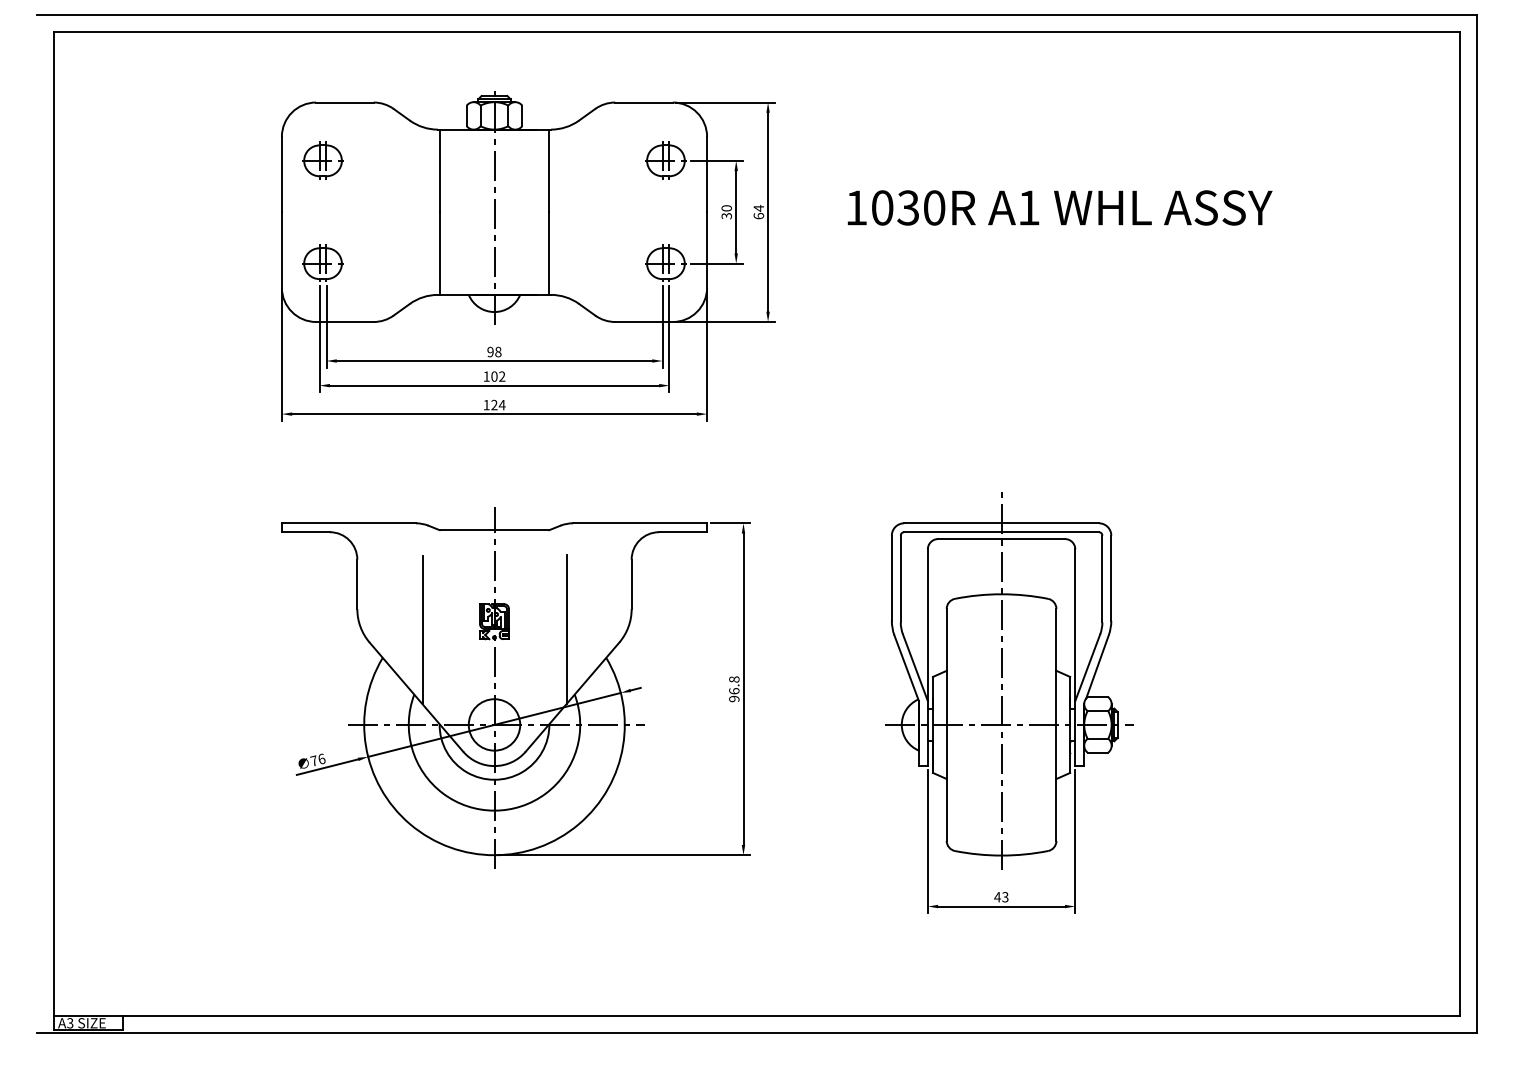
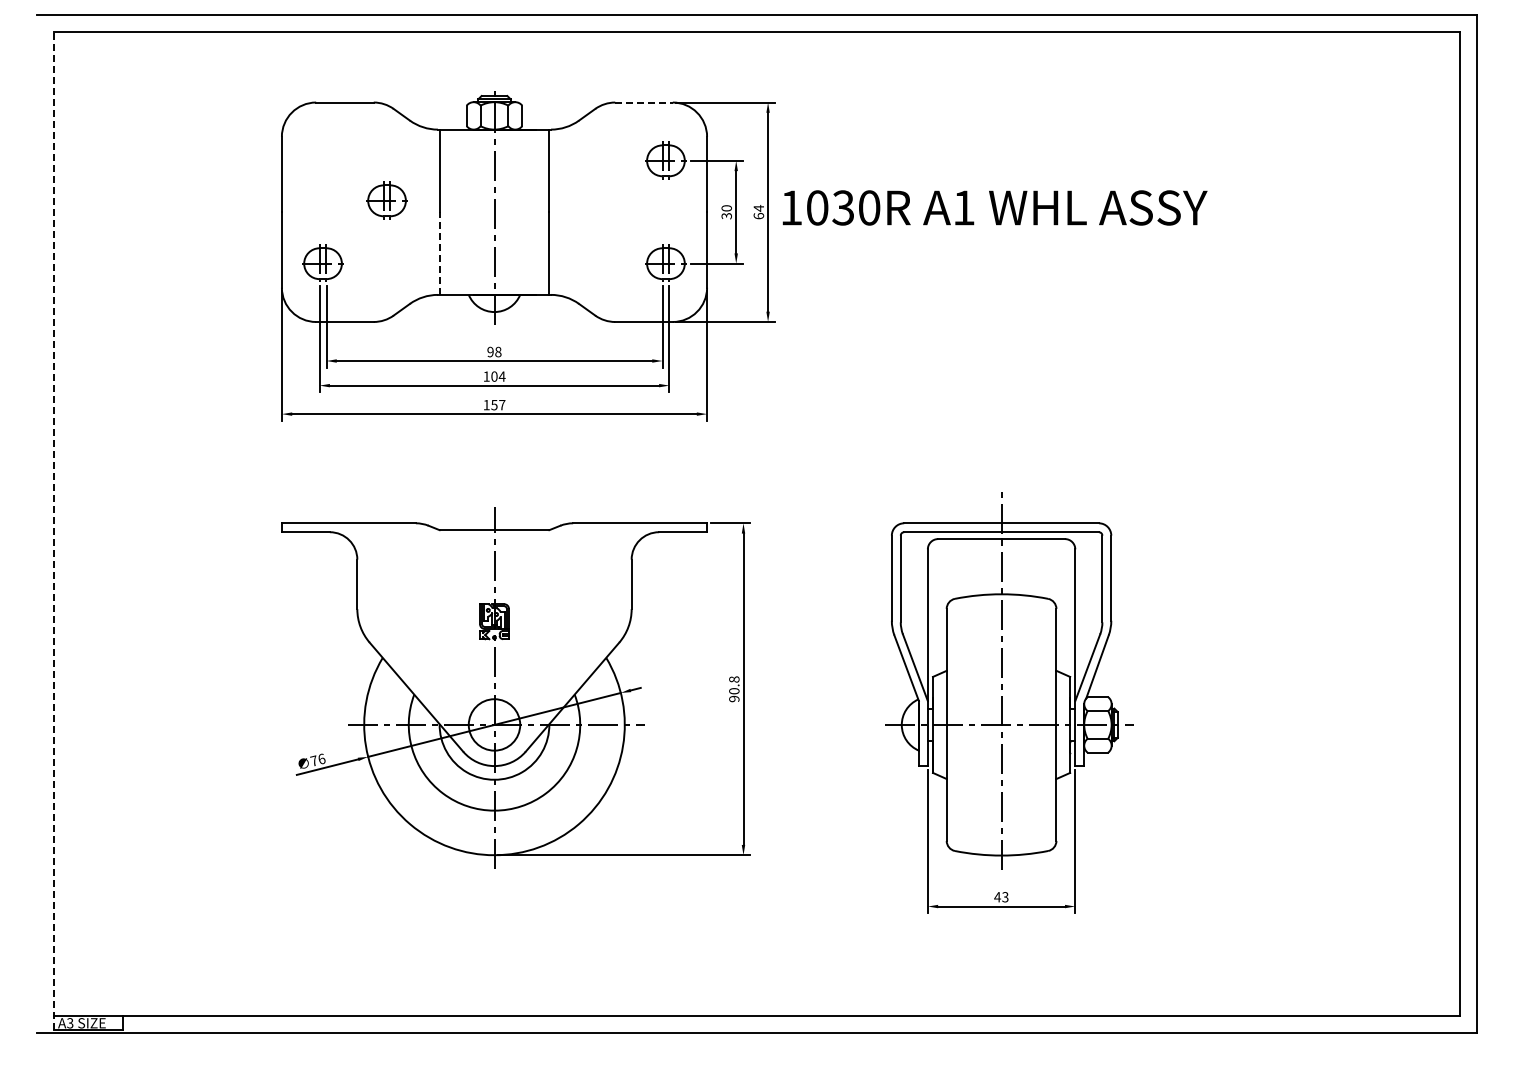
line at (644, 102): solid -> dashed
part at (322, 160) position: (322, 160) -> (386, 200)
text at (1059, 207) position: (1059, 207) -> (994, 207)
line at (439, 253): solid -> dashed
text at (501, 376): 102 -> 104
text at (498, 404): 124 -> 157
line at (54, 530): solid -> dashed
line at (566, 629): present -> none
line at (422, 630): present -> none
text at (734, 691): 96.8 -> 90.8
